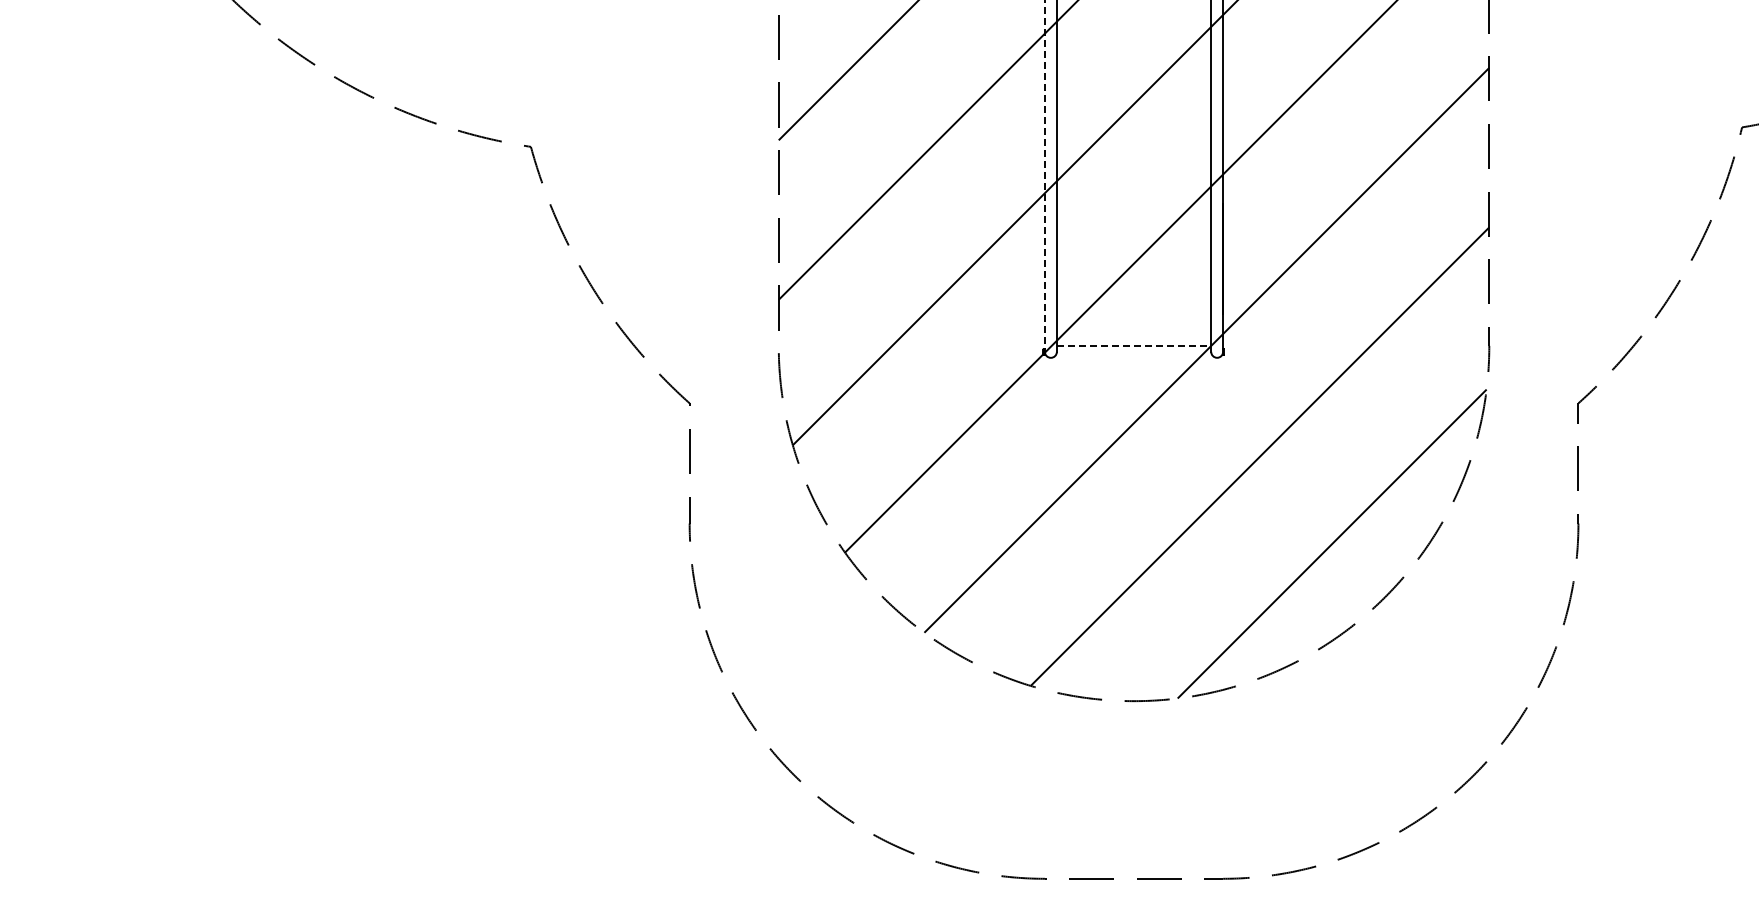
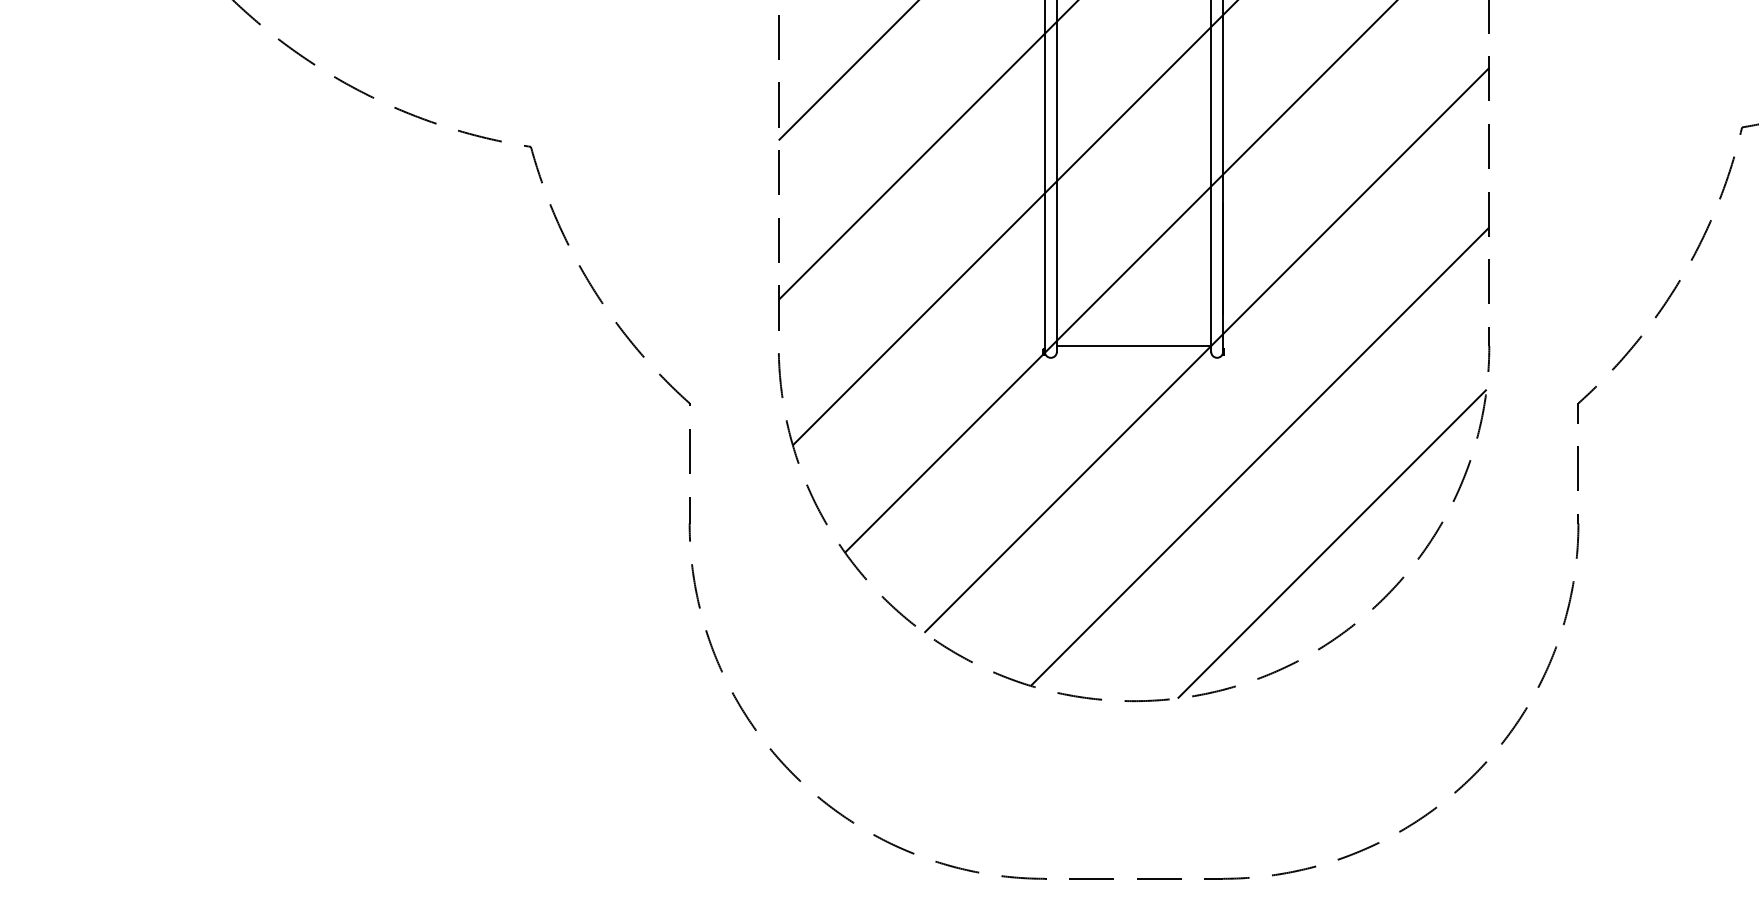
line at (1044, 177): dashed -> solid
line at (1134, 345): dashed -> solid
